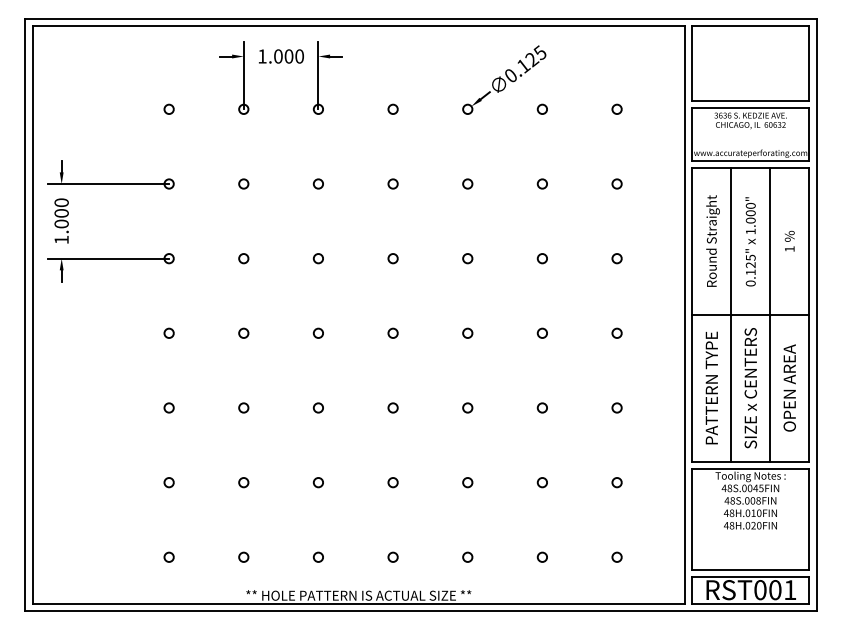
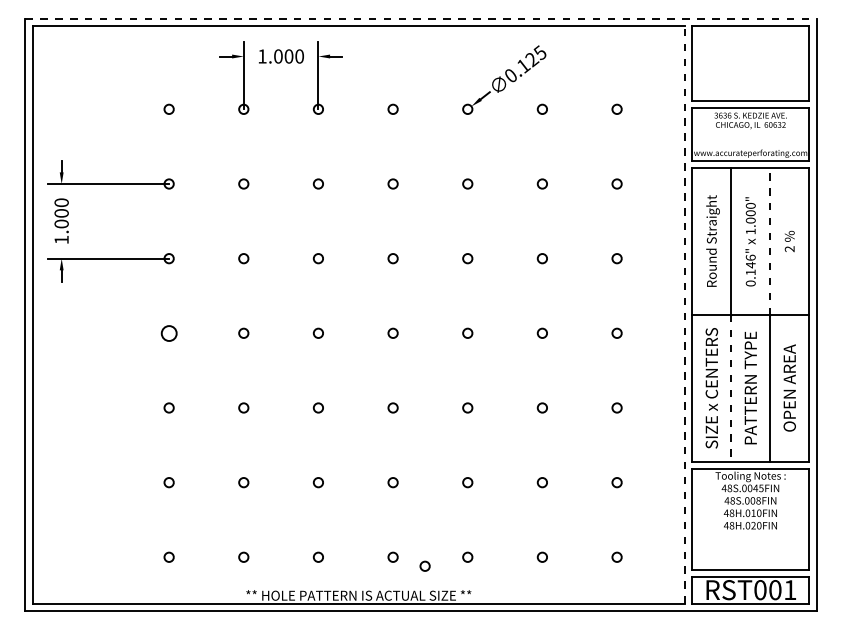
line at (421, 18): solid -> dashed
line at (770, 241): solid -> dashed
text at (789, 249): 1 -> 2
text at (750, 261): 0.125" -> 0.146"
line at (684, 315): solid -> dashed
circle at (168, 332) size: 12x12 px -> 18x17 px
text at (711, 388): PATTERN TYPE -> SIZE x CENTERS
line at (731, 388): solid -> dashed
text at (750, 388): SIZE x CENTERS -> PATTERN TYPE
circle at (424, 565): none -> present
